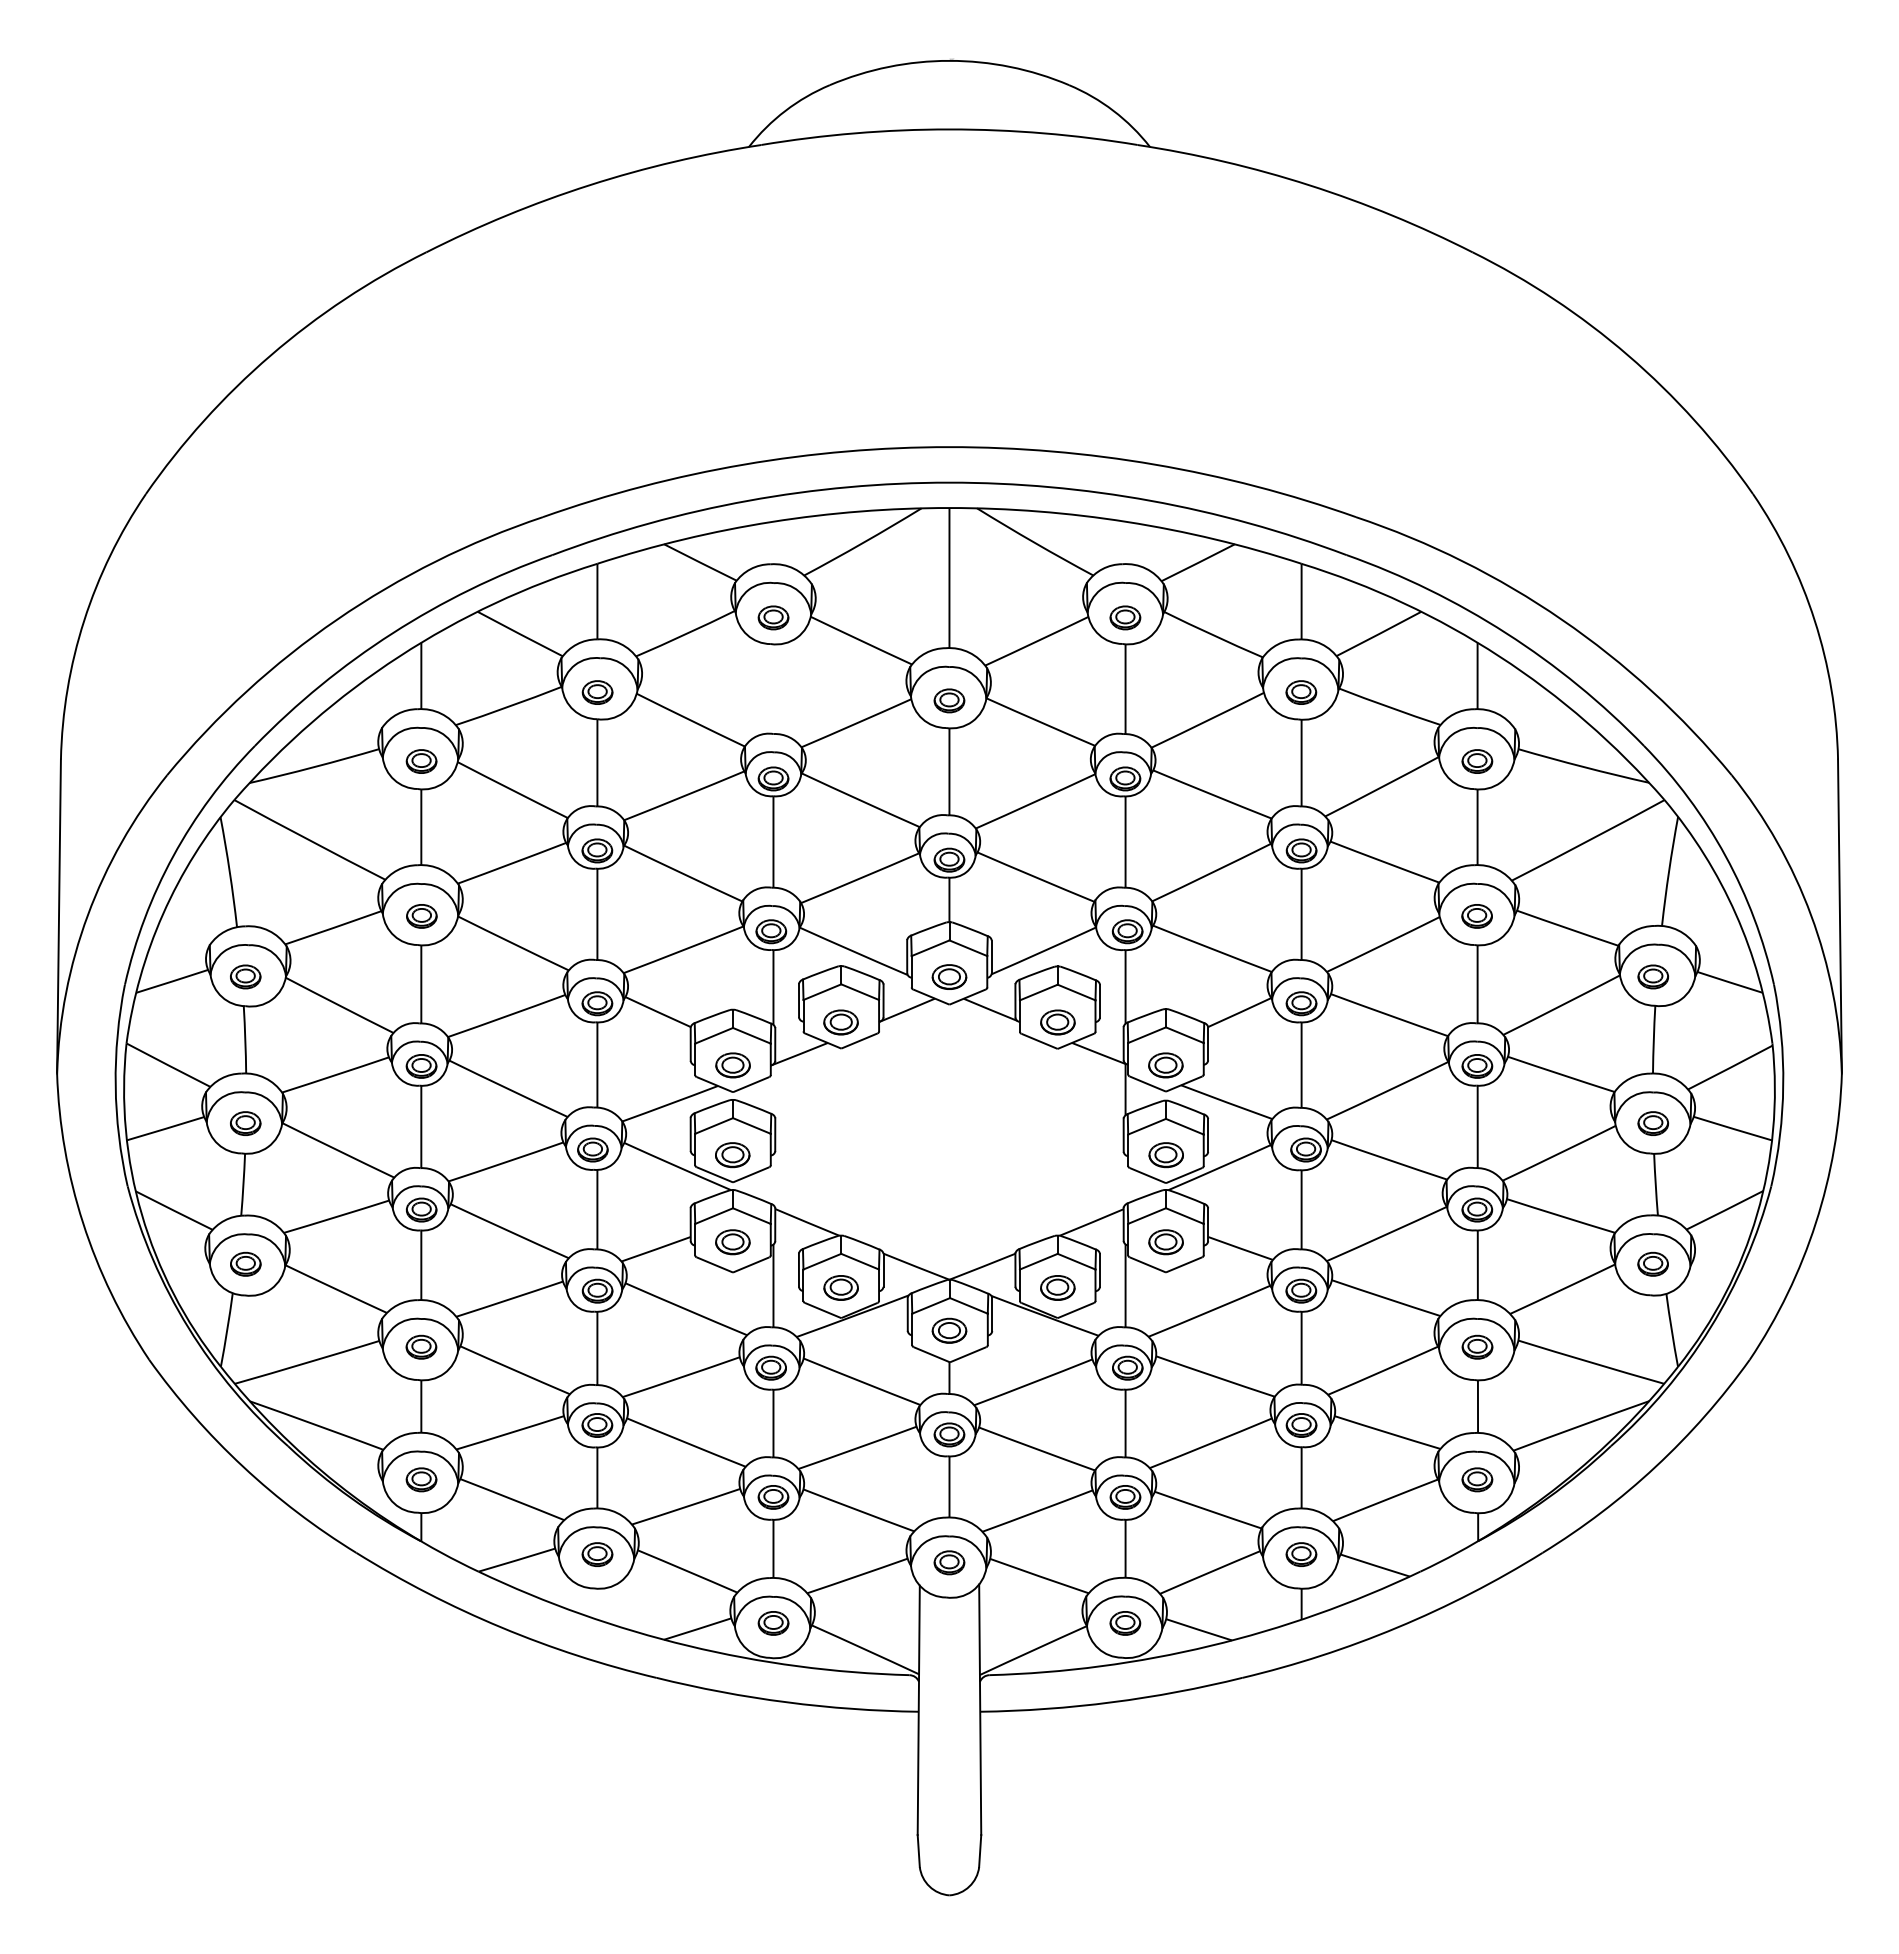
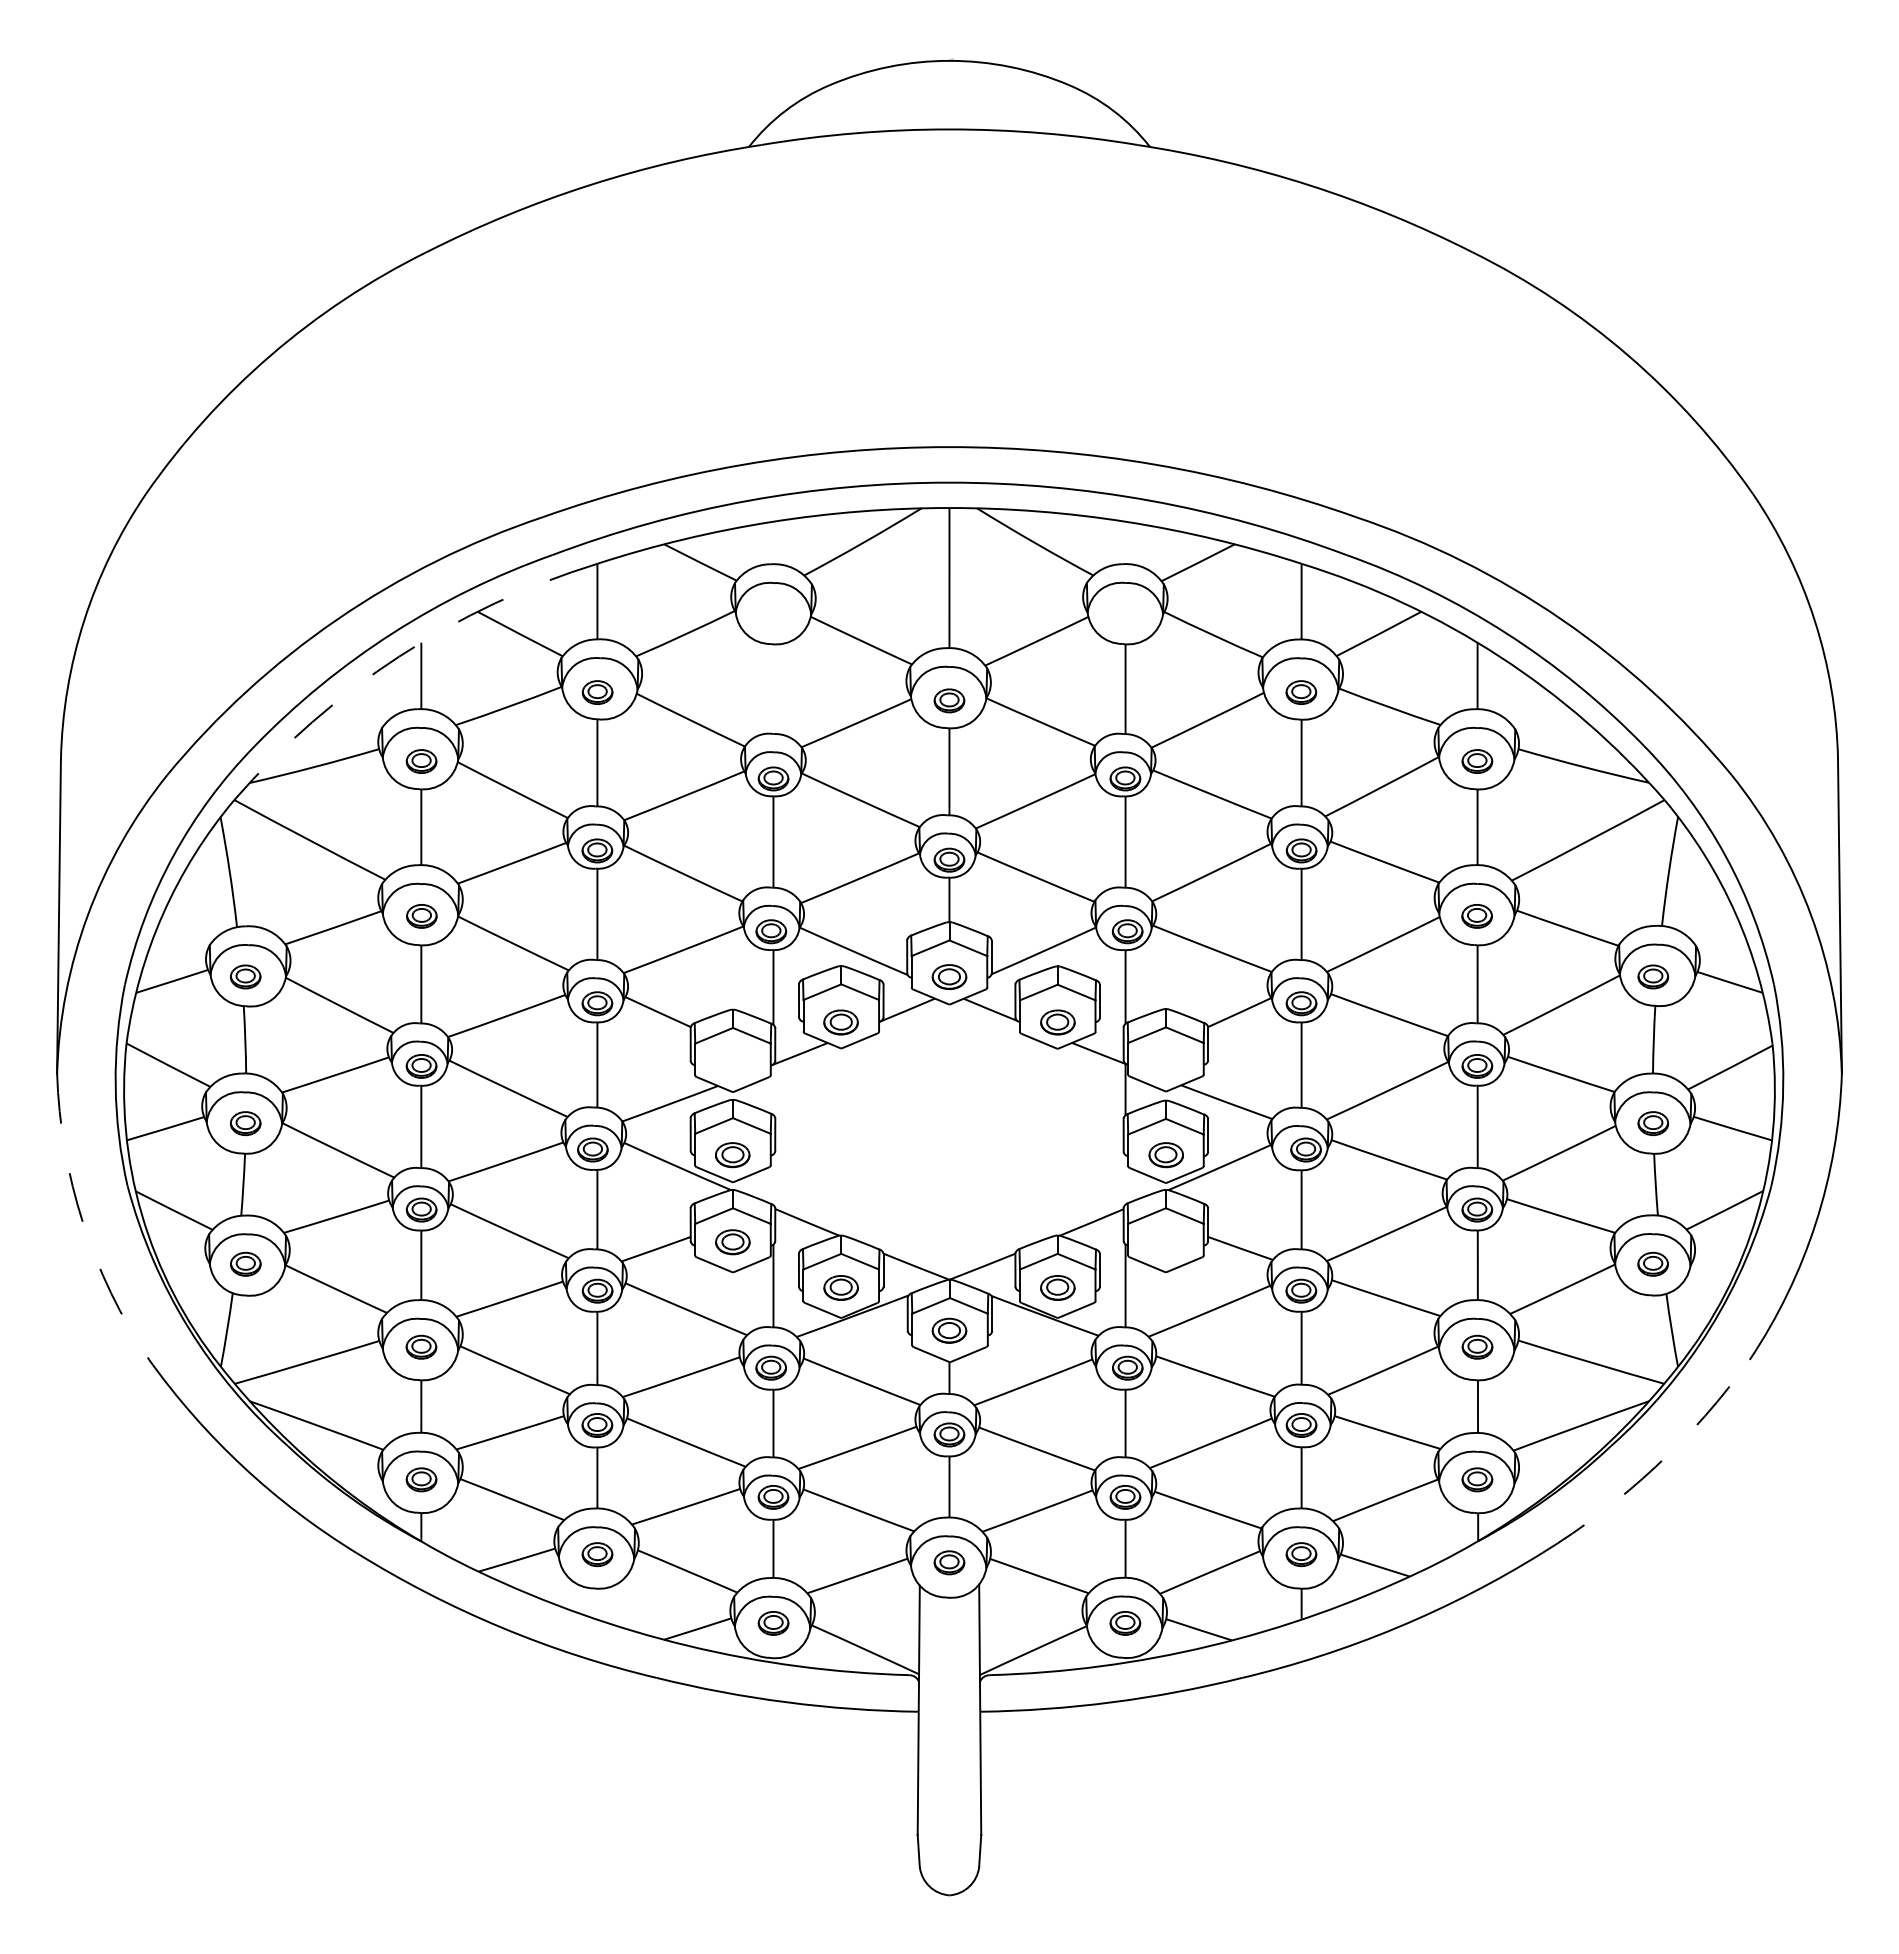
part at (773, 617): present -> none
part at (1125, 617): present -> none
arc at (399, 656): solid -> dashed
part at (732, 1065): present -> none
part at (1165, 1065): present -> none
arc at (83, 1223): solid -> dashed
part at (1165, 1242): present -> none
arc at (1655, 1466): solid -> dashed
